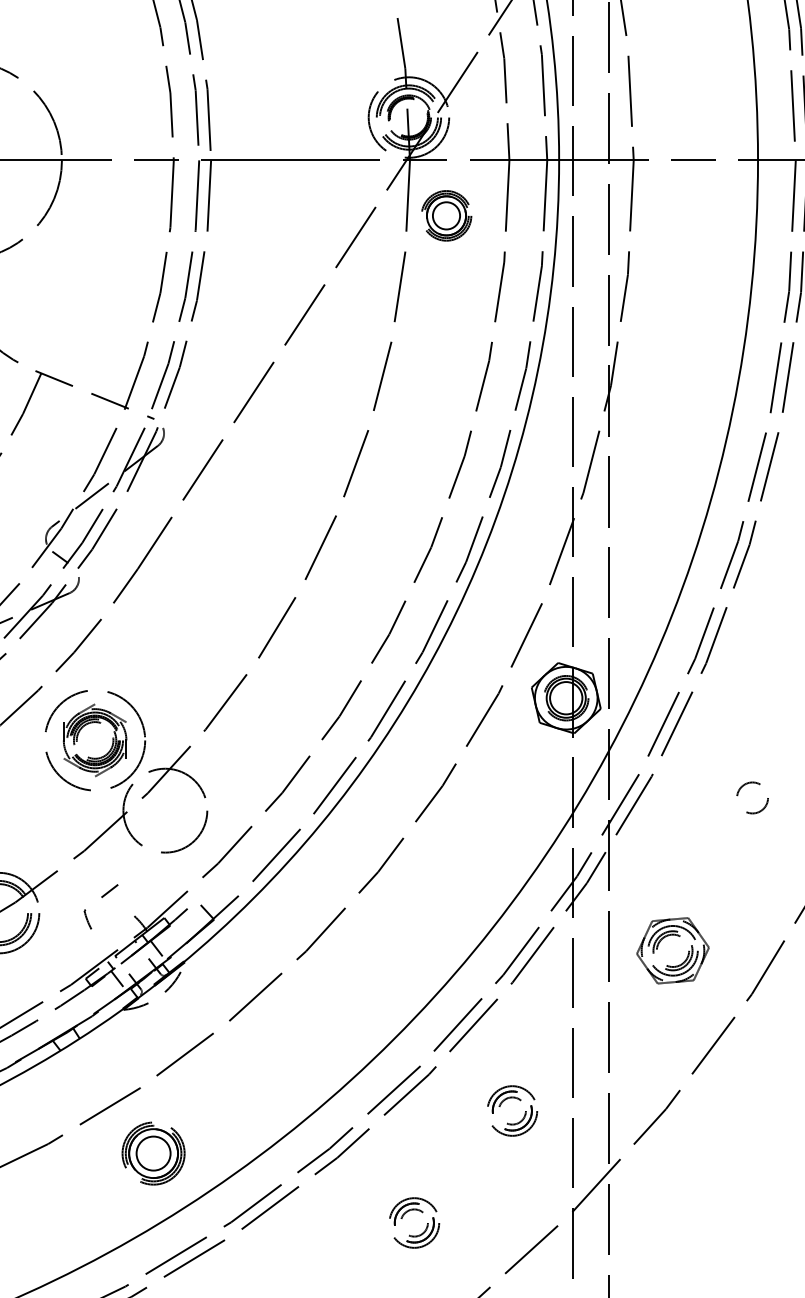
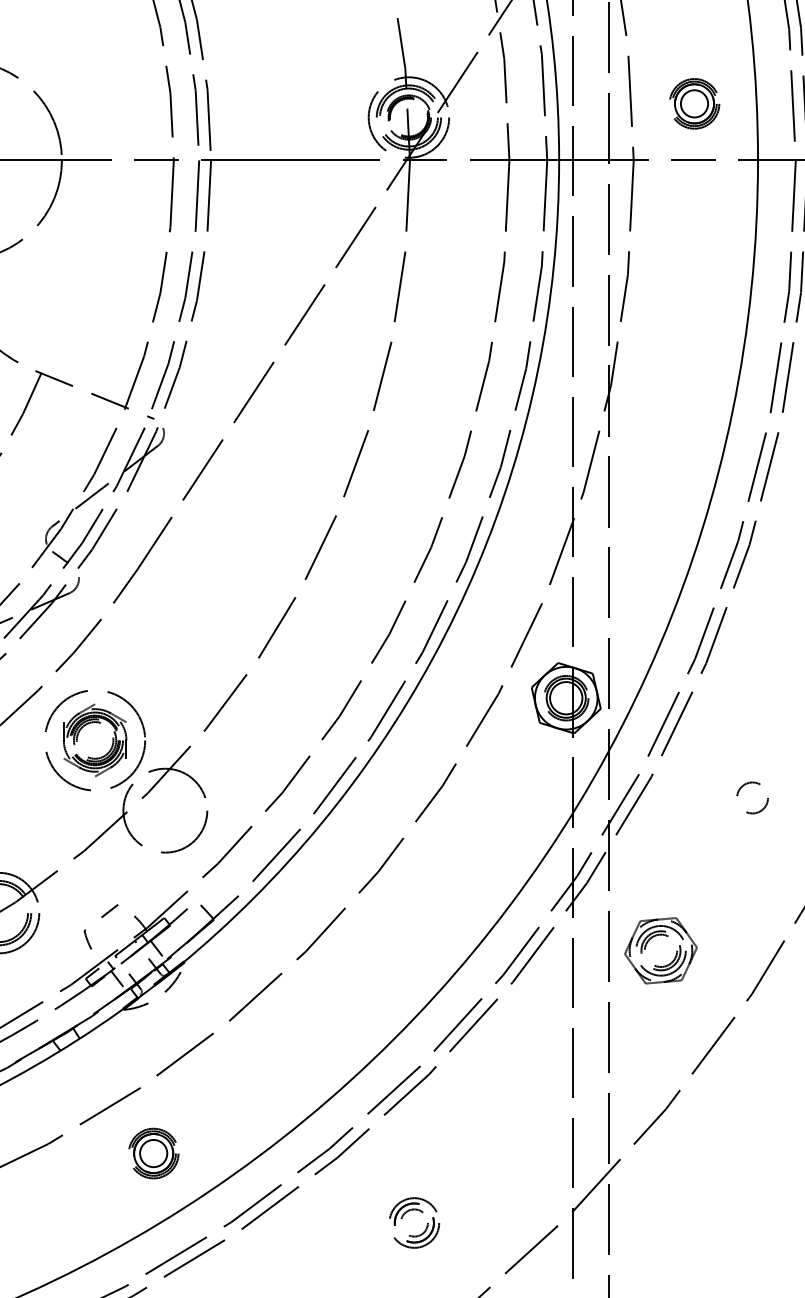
part at (446, 215) position: (446, 215) -> (694, 103)
part at (101, 897) position: (101, 897) -> (101, 917)
part at (672, 950) position: (672, 950) -> (660, 950)
part at (512, 1098): present -> none
part at (153, 1153) size: 65x65 px -> 52x53 px
